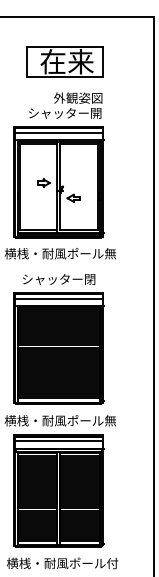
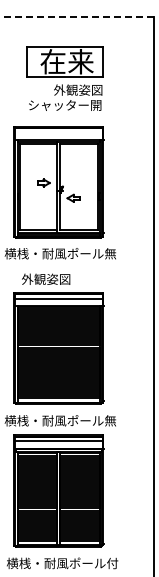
line at (77, 17): solid -> dashed
text at (65, 105) position: (65, 105) -> (65, 97)
line at (58, 132): present -> none
text at (58, 278): シャッター閉 -> 外観姿図
